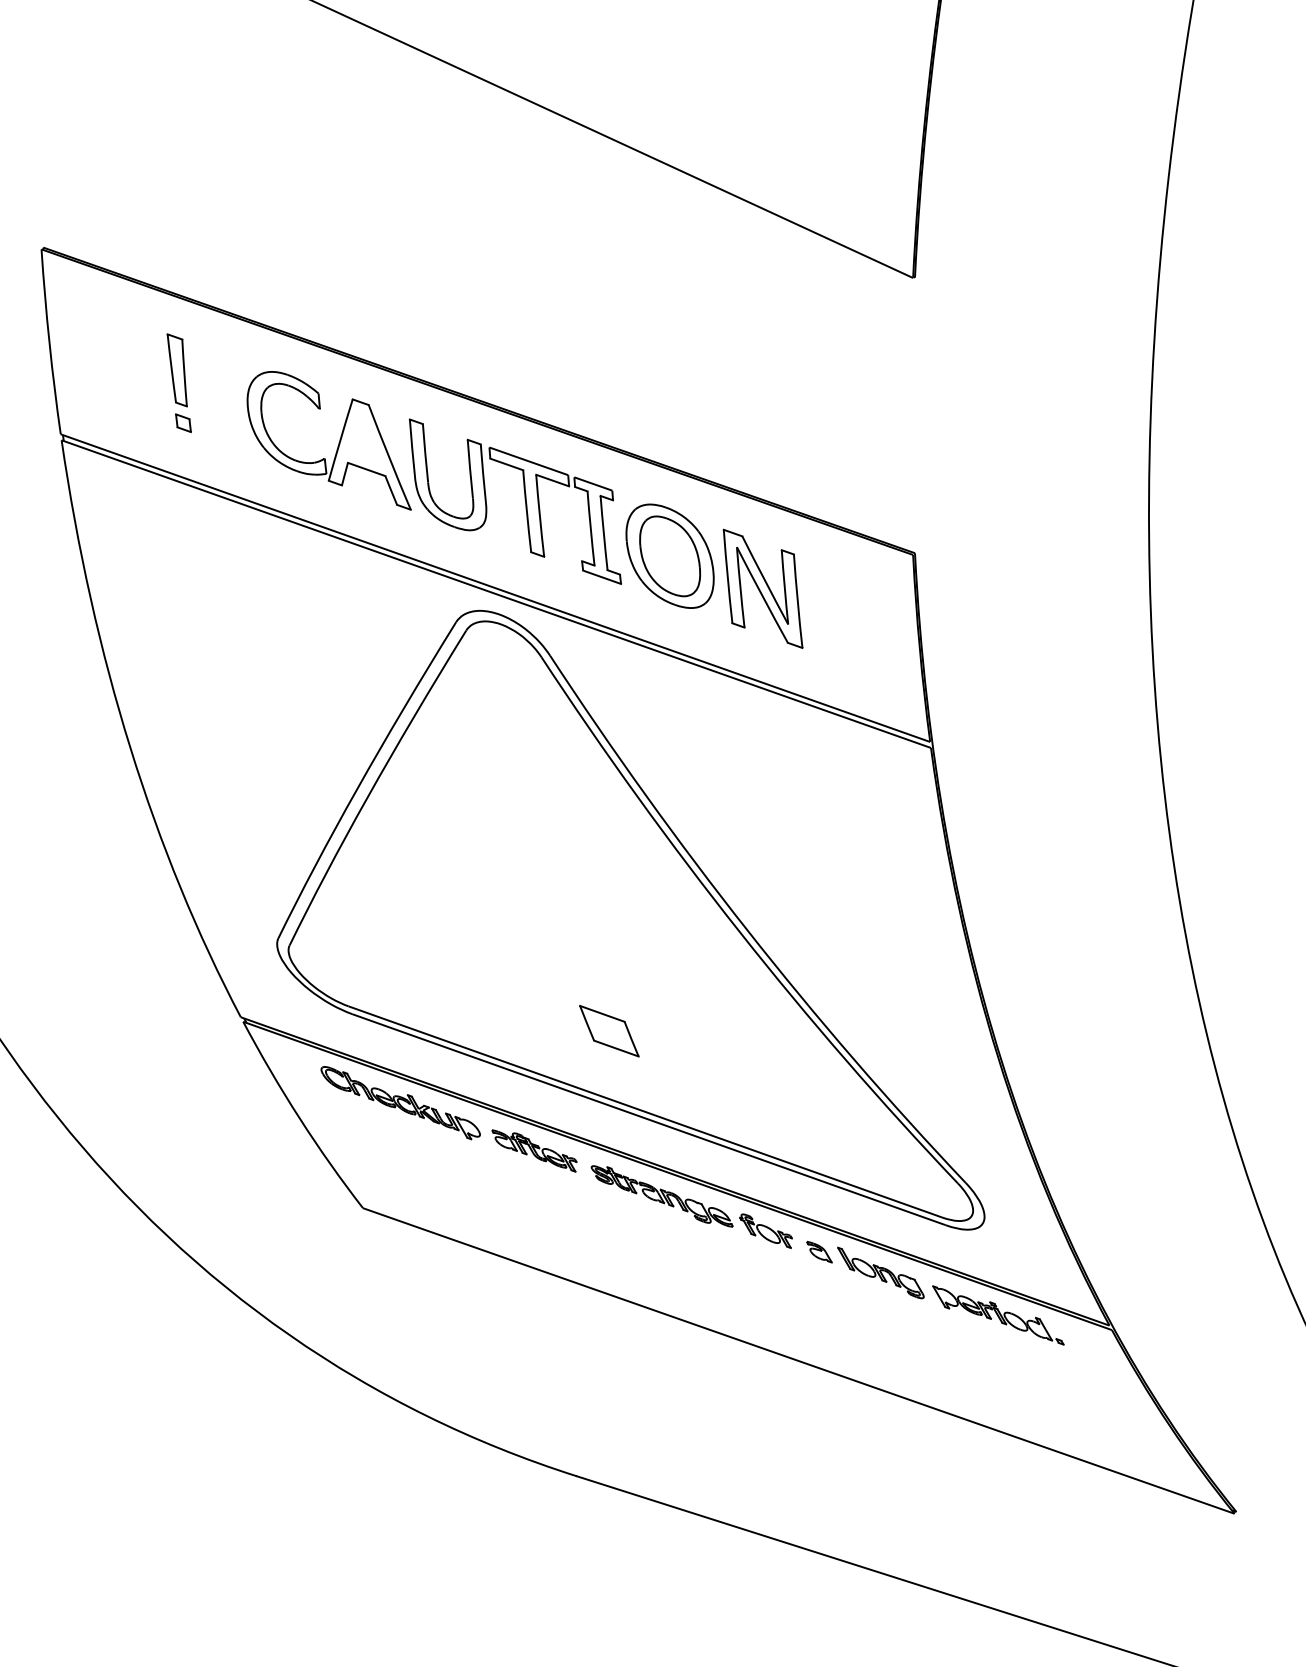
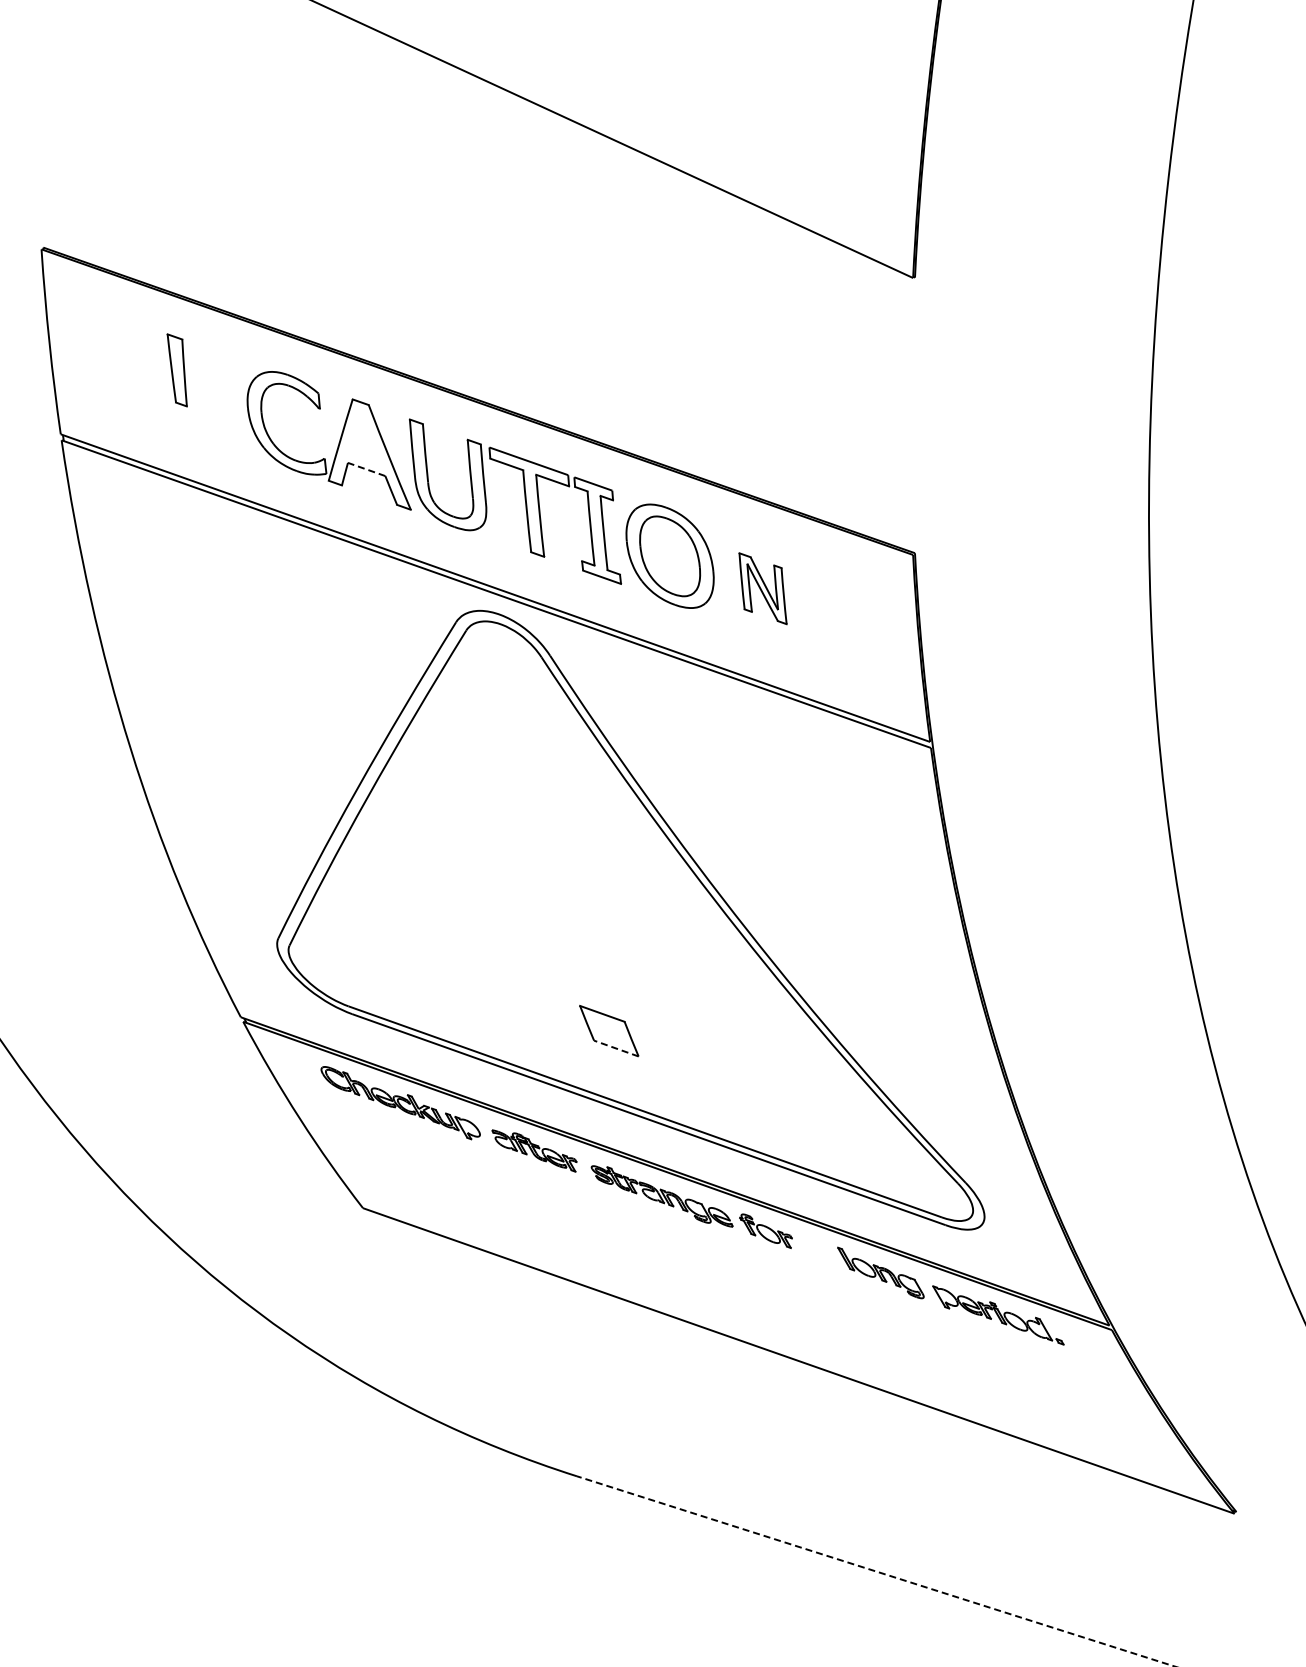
part at (183, 423): present -> none
line at (366, 469): solid -> dashed
part at (762, 588) size: 82x121 px -> 50x74 px
line at (616, 1048): solid -> dashed
part at (819, 1252): present -> none
line at (876, 1571): solid -> dashed
